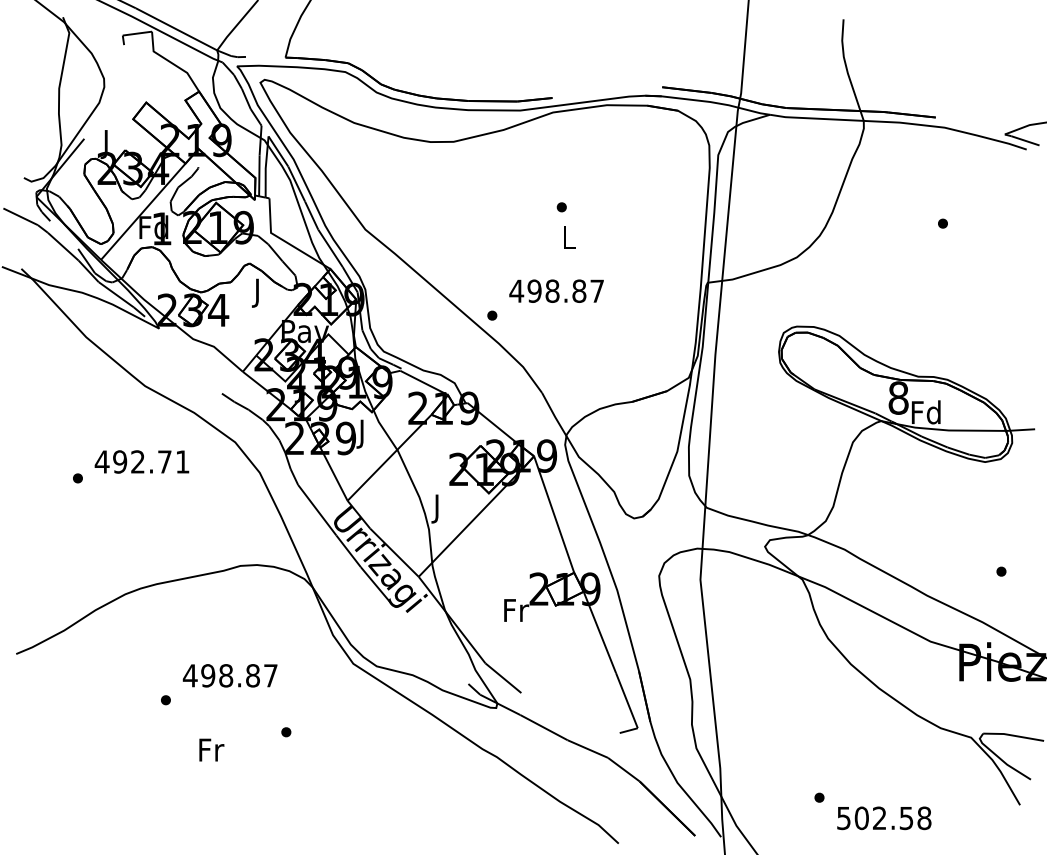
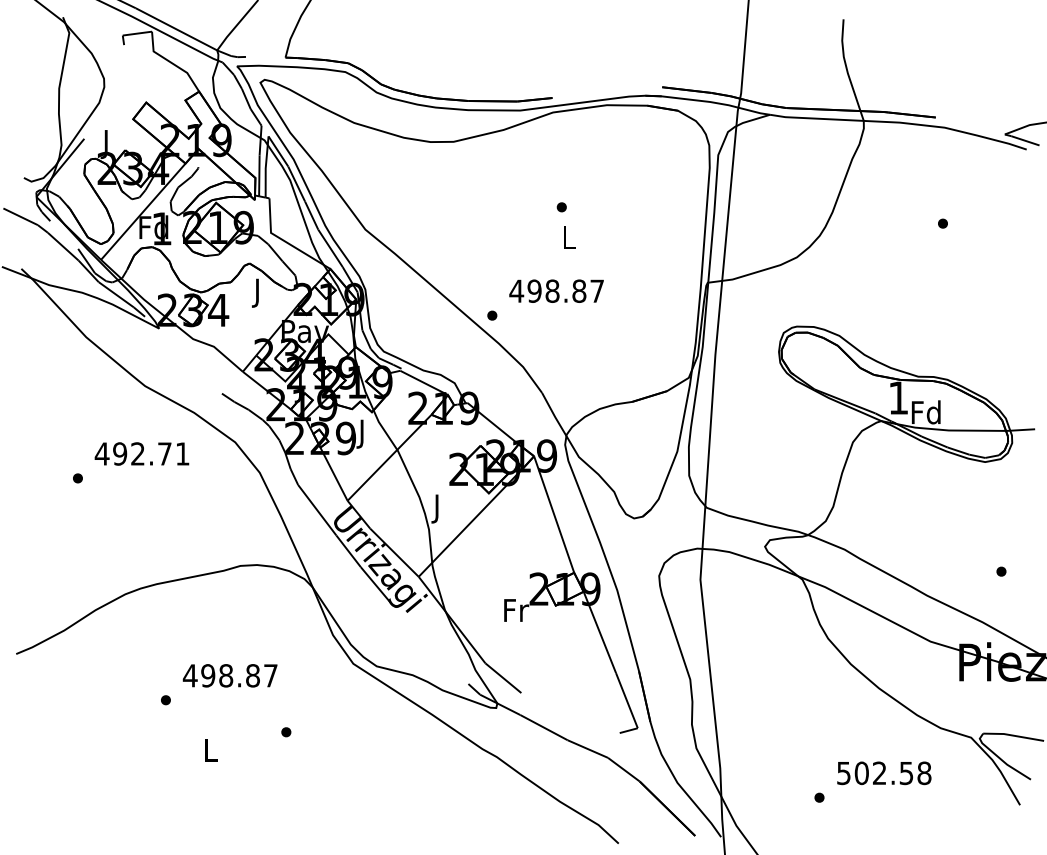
text at (898, 397): 8 -> 1
text at (141, 461) position: (141, 461) -> (141, 453)
text at (211, 749): Fr -> L
text at (884, 818) position: (884, 818) -> (884, 773)
